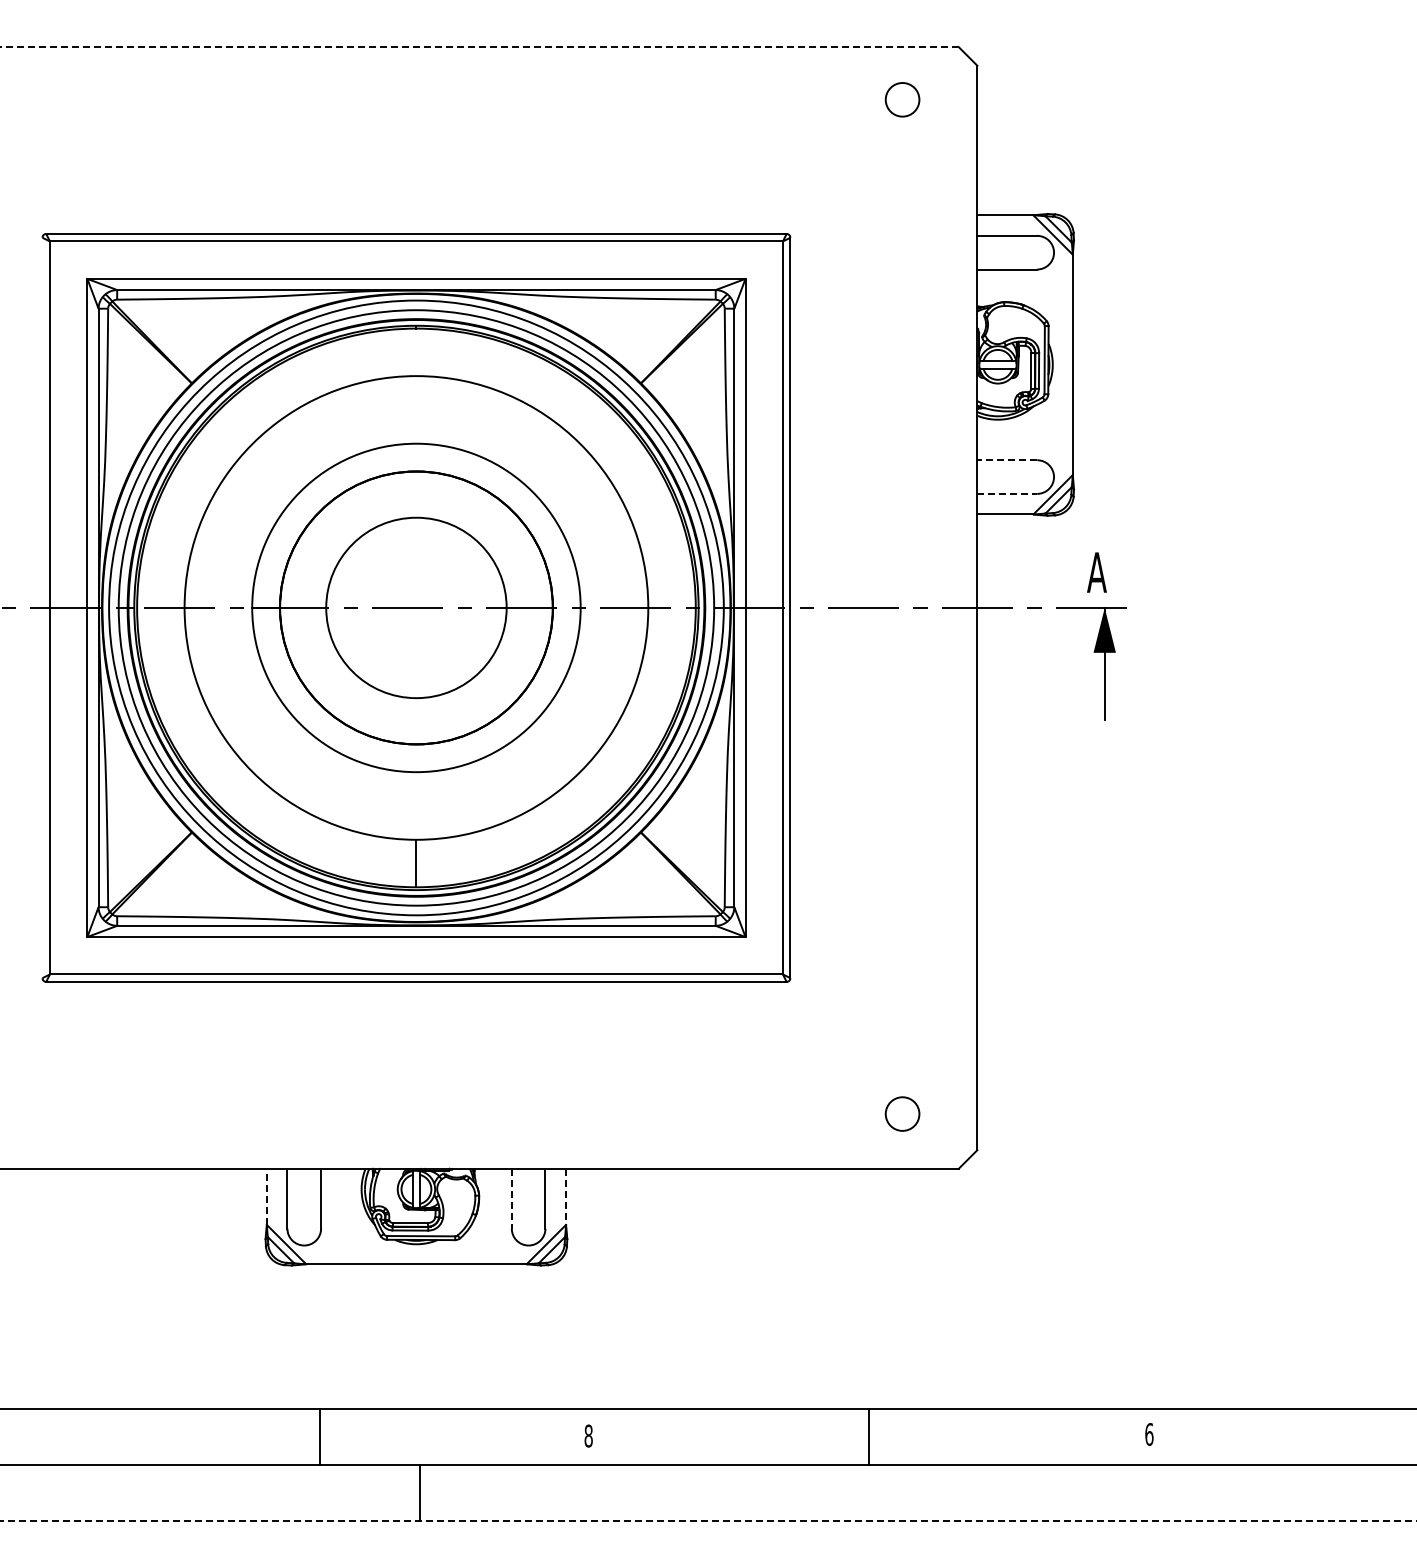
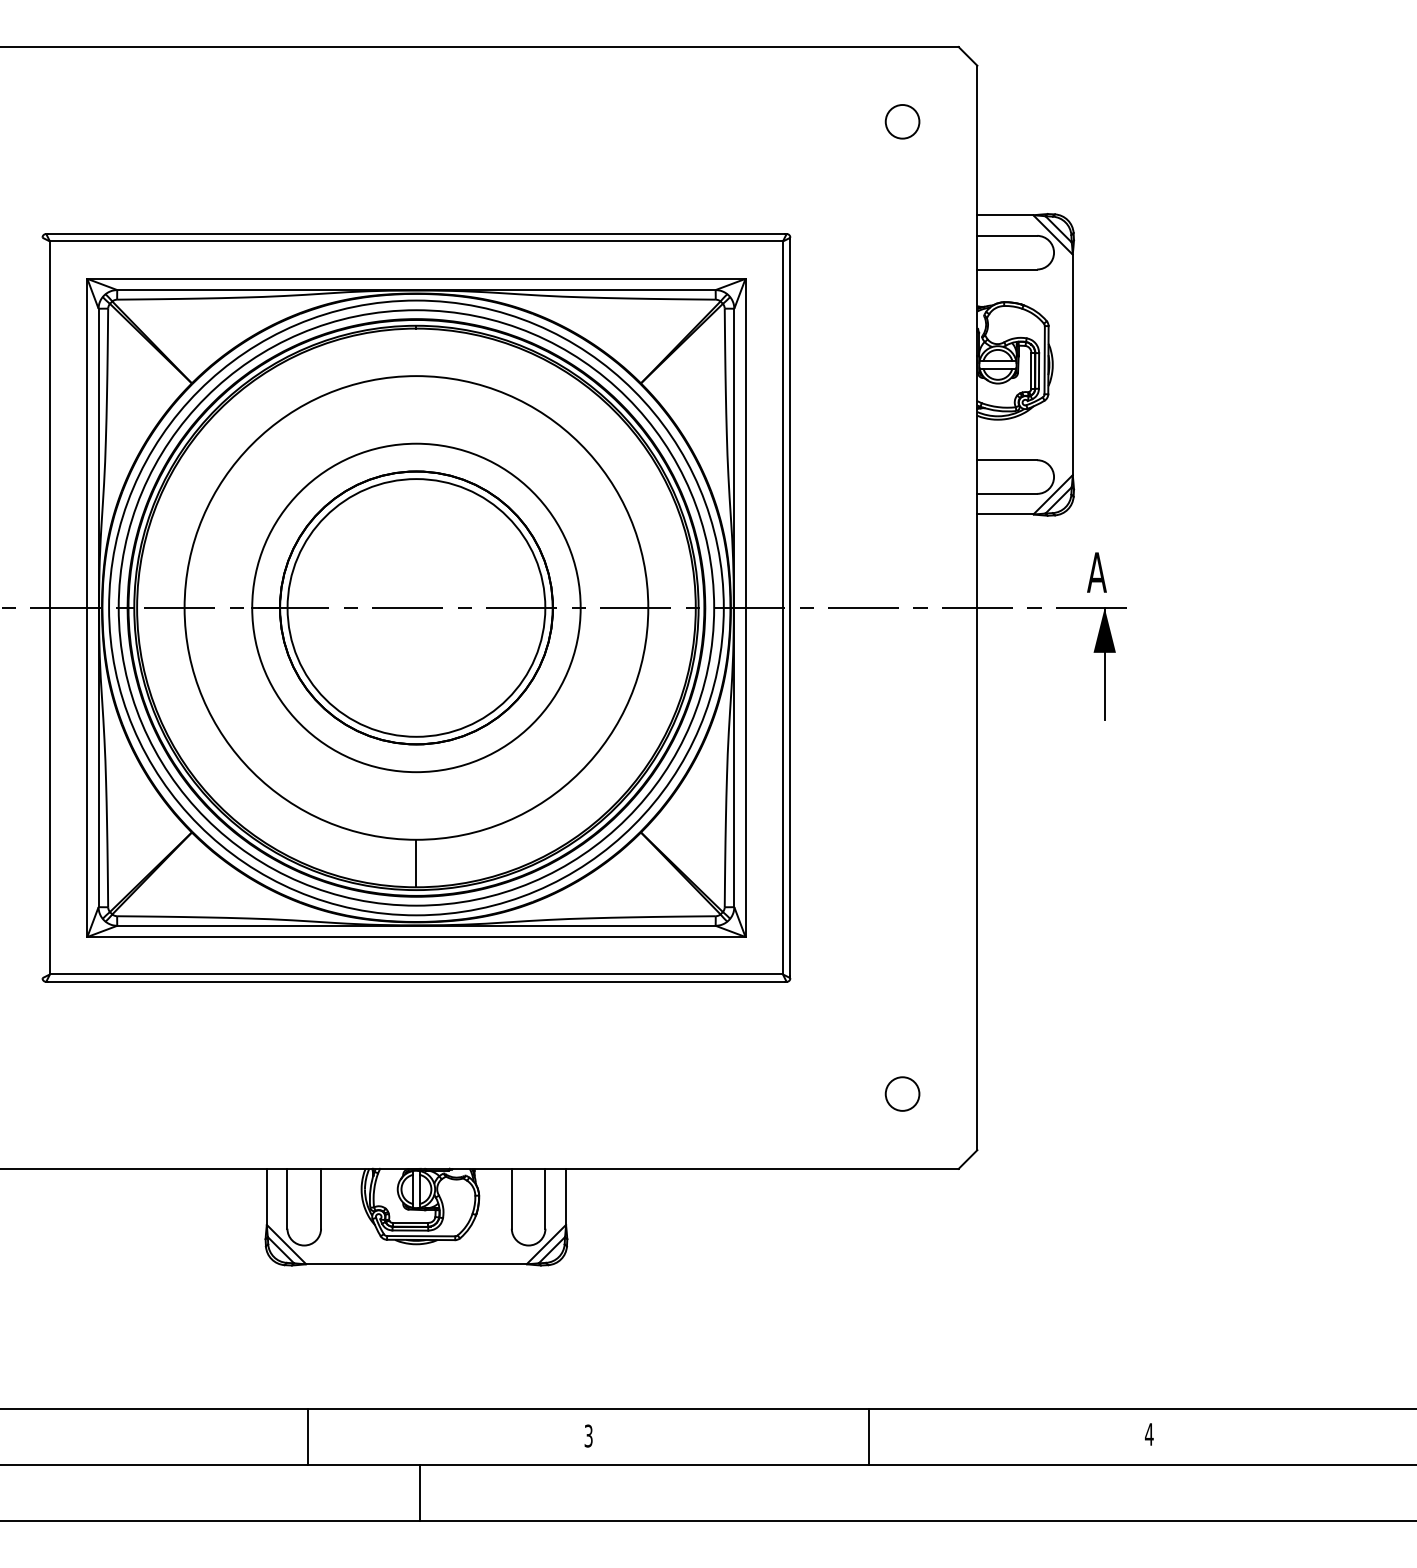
line at (479, 47): dashed -> solid
circle at (902, 99) position: (902, 99) -> (902, 121)
line at (1007, 460): dashed -> solid
line at (1007, 493): dashed -> solid
circle at (416, 607) diameter: 180 px -> 258 px
circle at (902, 1113) position: (902, 1113) -> (902, 1093)
line at (266, 1196): dashed -> solid
line at (566, 1197): dashed -> solid
line at (511, 1198): dashed -> solid
text at (1148, 1434): 6 -> 4
text at (588, 1435): 8 -> 3
line at (319, 1436) position: (319, 1436) -> (307, 1436)
line at (708, 1520): dashed -> solid
